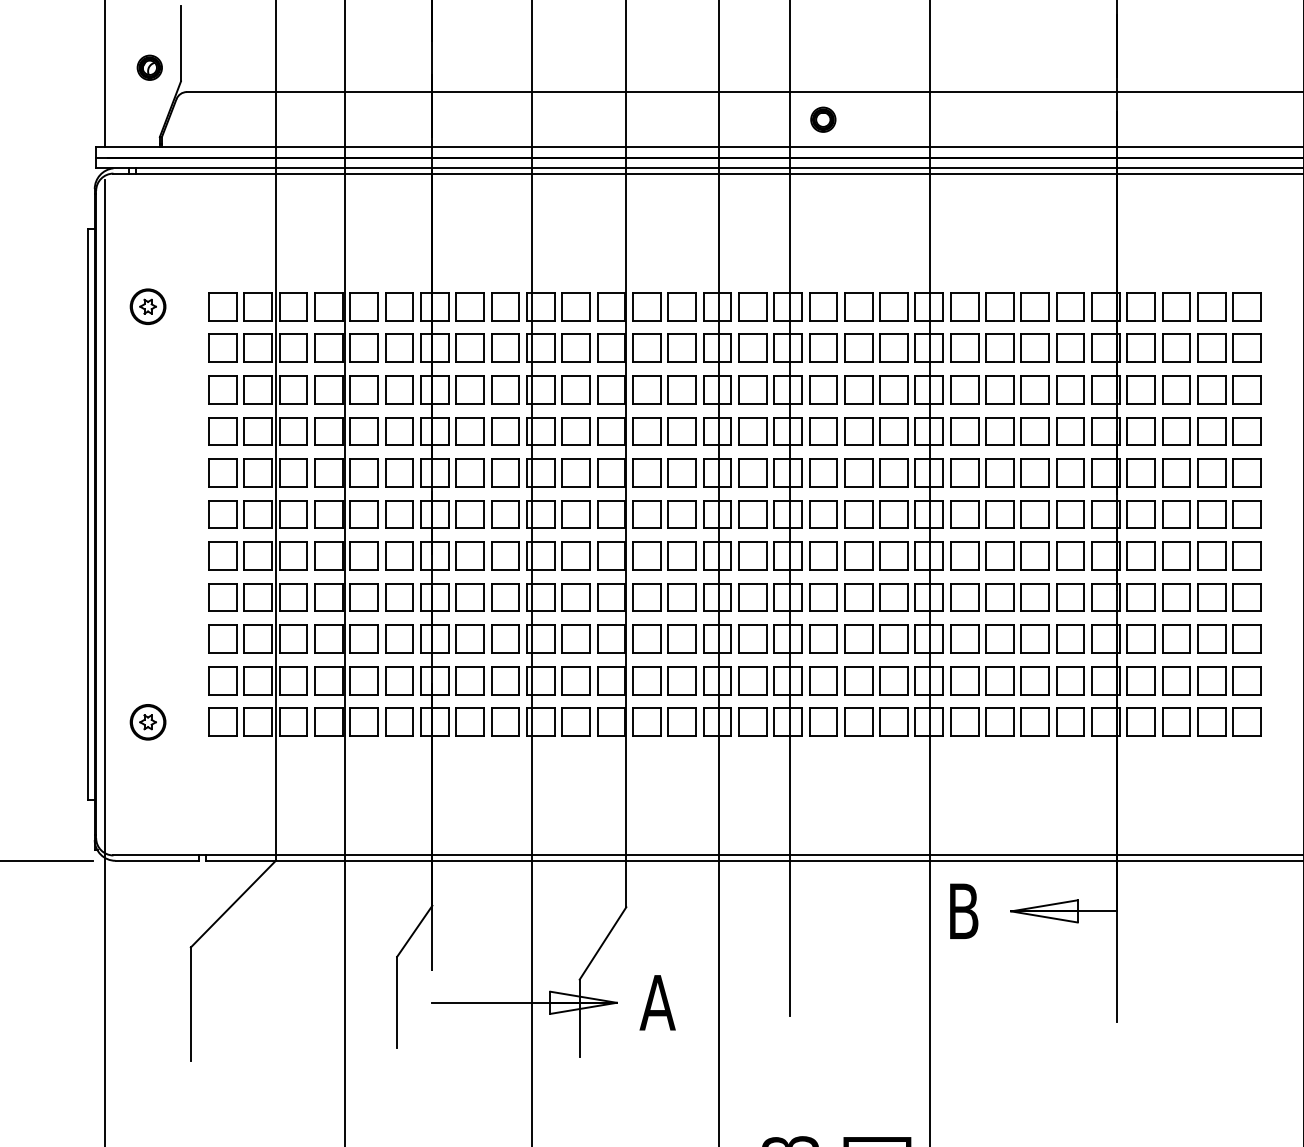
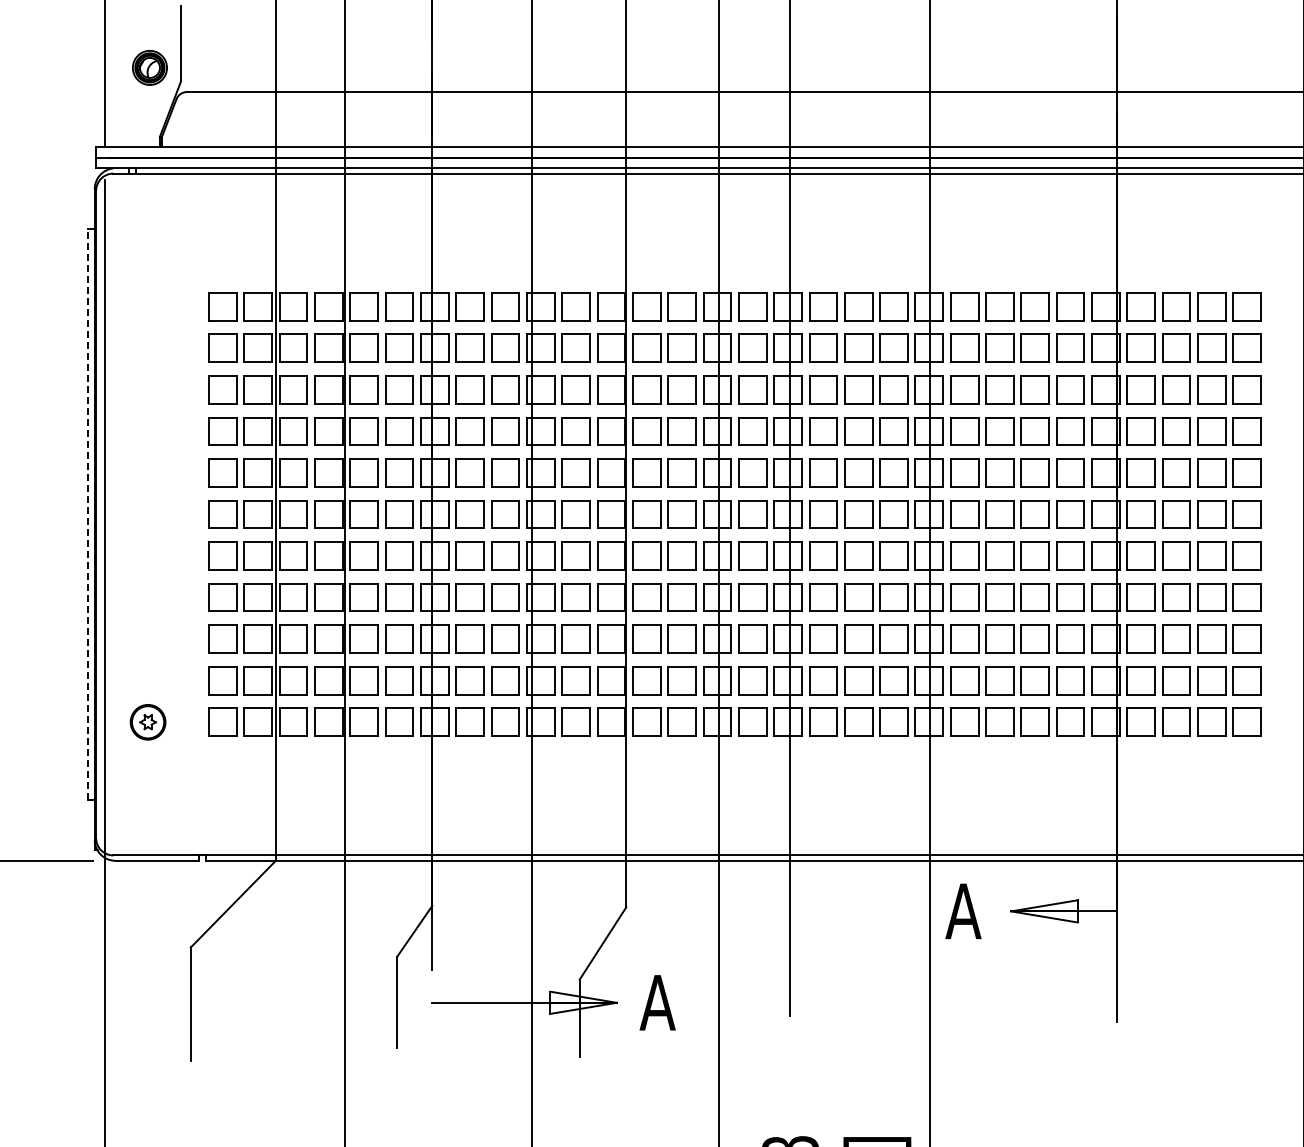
part at (149, 67) size: 27x27 px -> 36x36 px
part at (823, 119): present -> none
part at (147, 306): present -> none
line at (88, 514): solid -> dashed
text at (963, 911): B -> A
